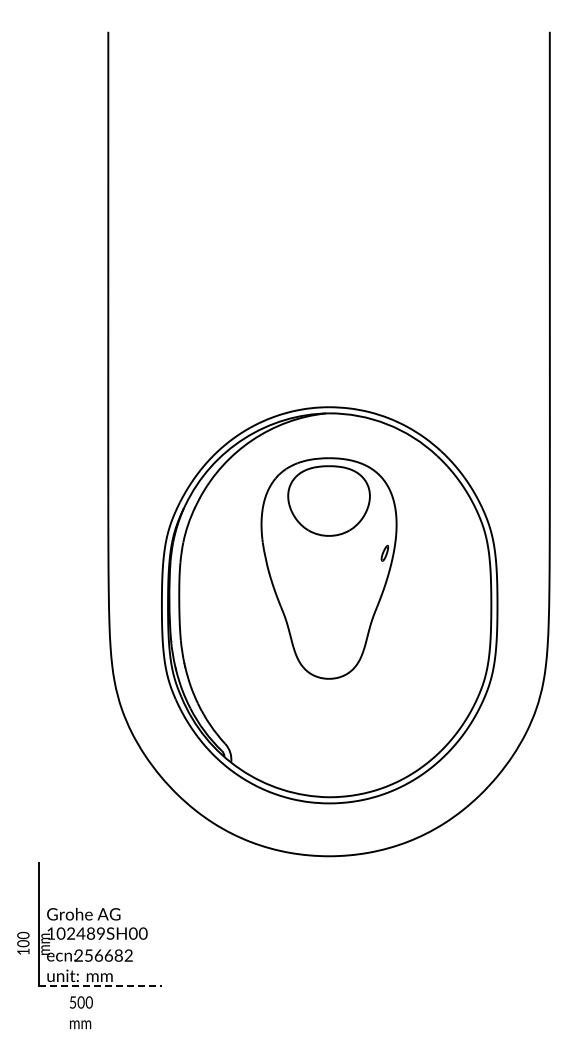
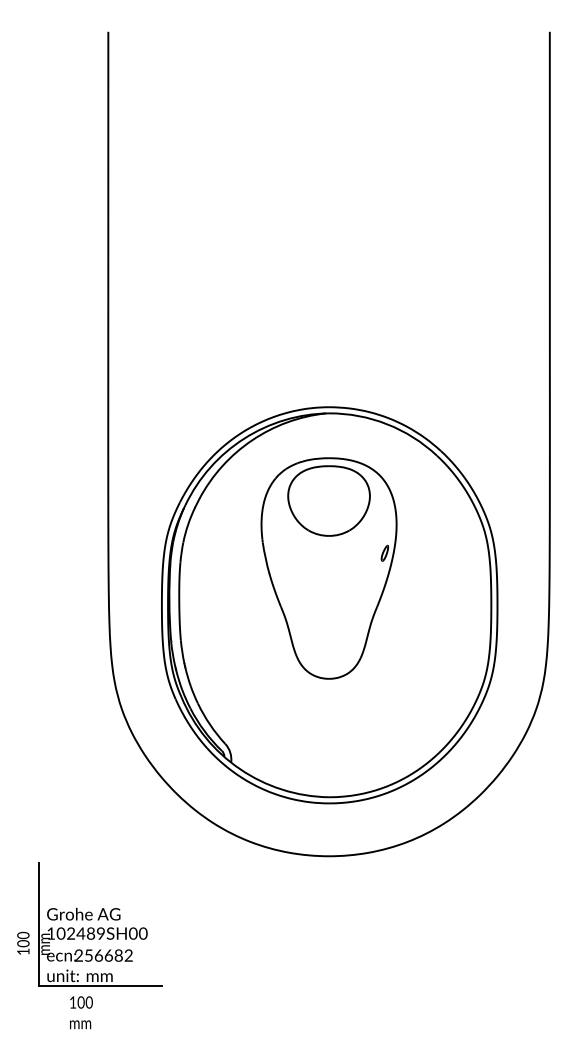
line at (100, 986): dashed -> solid
text at (73, 1002): 500 -> 100
